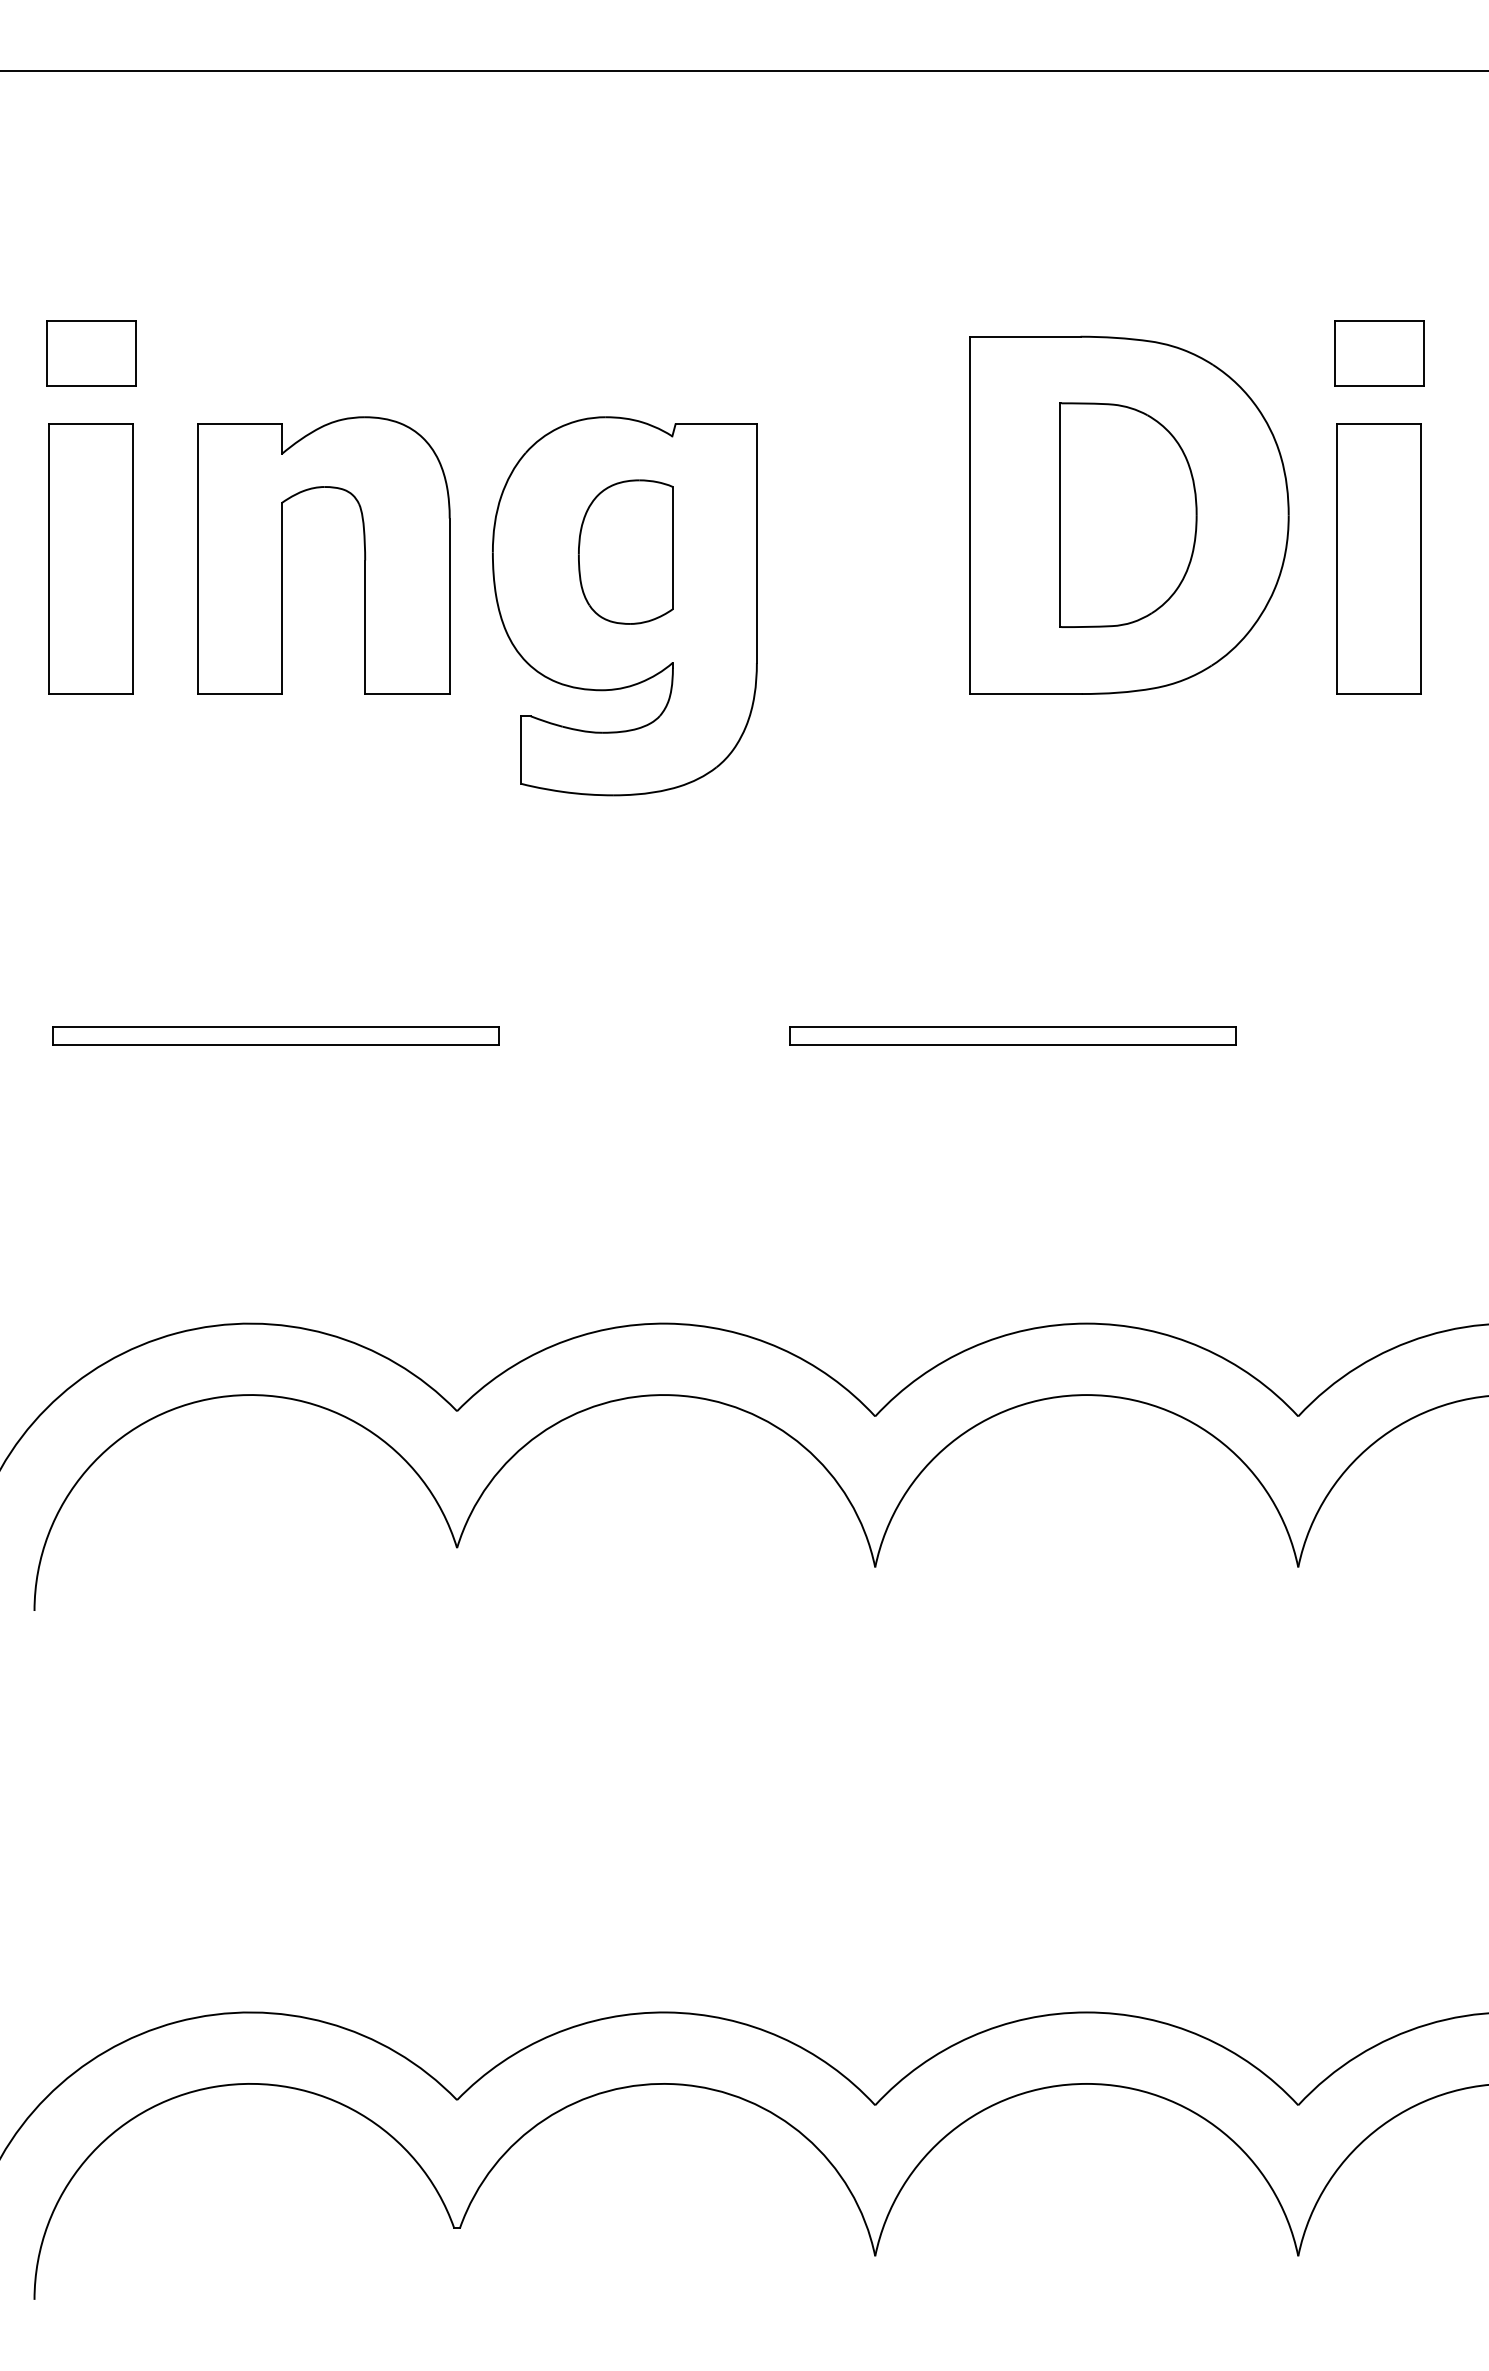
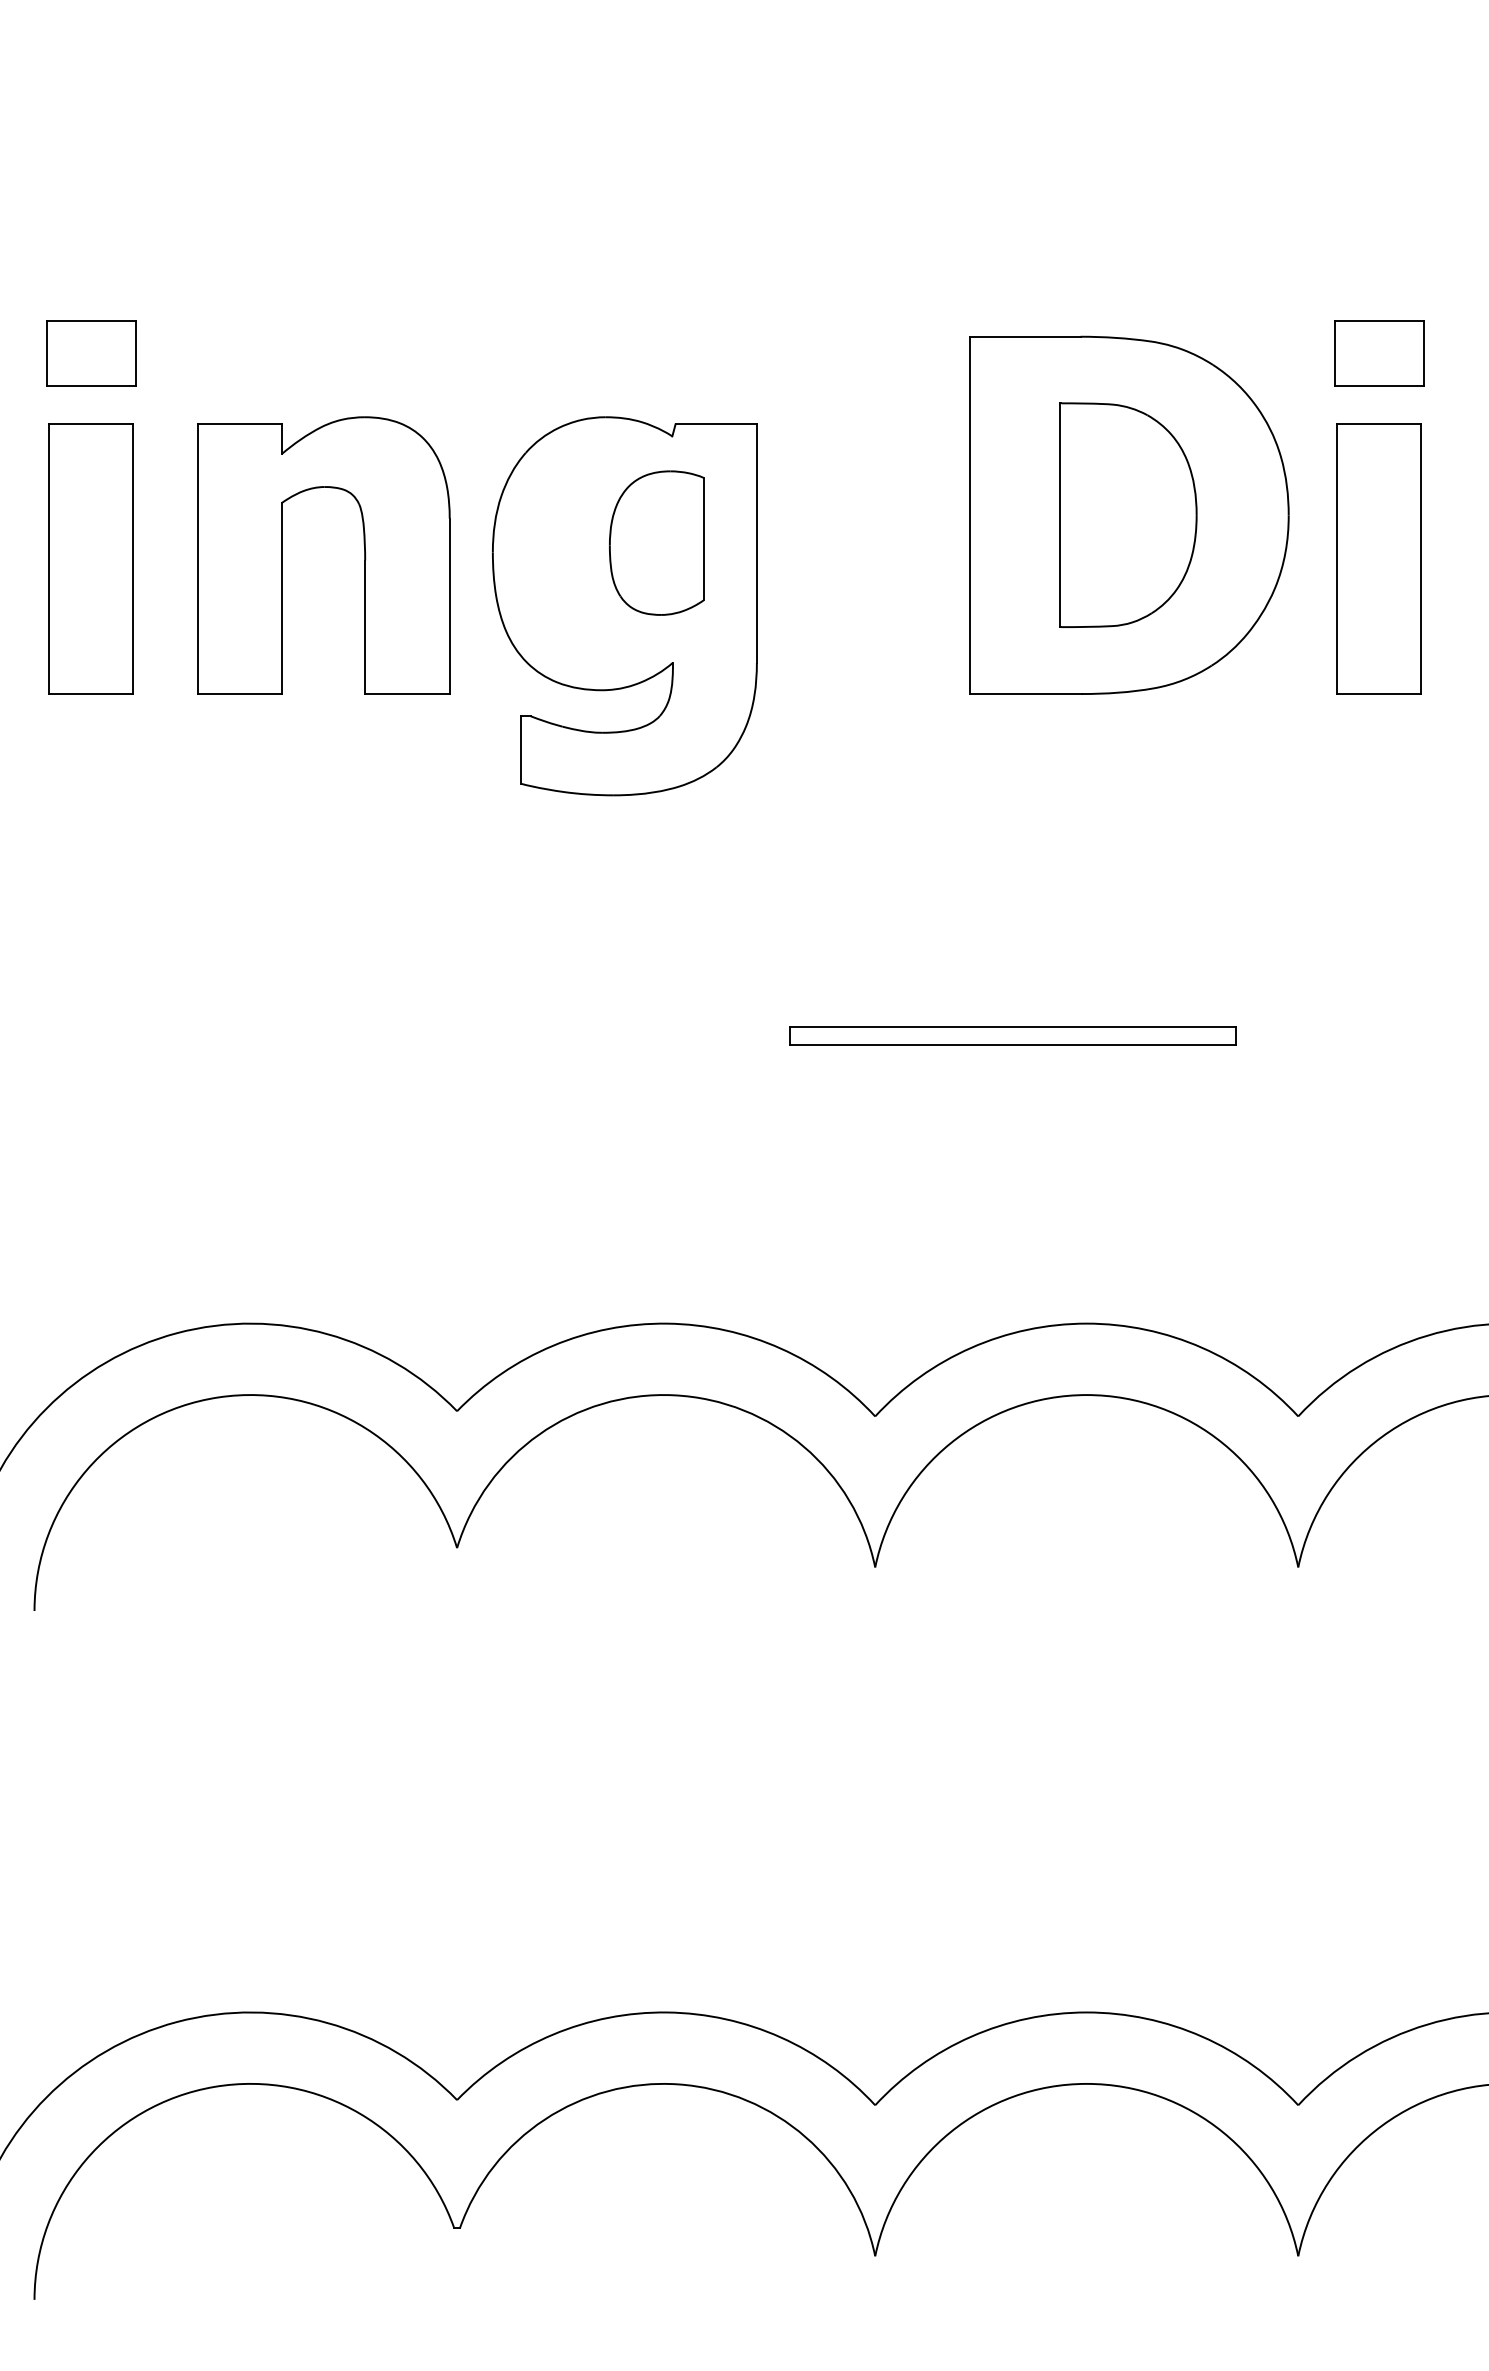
line at (743, 71): present -> none
part at (625, 551) position: (625, 551) -> (656, 542)
part at (275, 1035): present -> none
